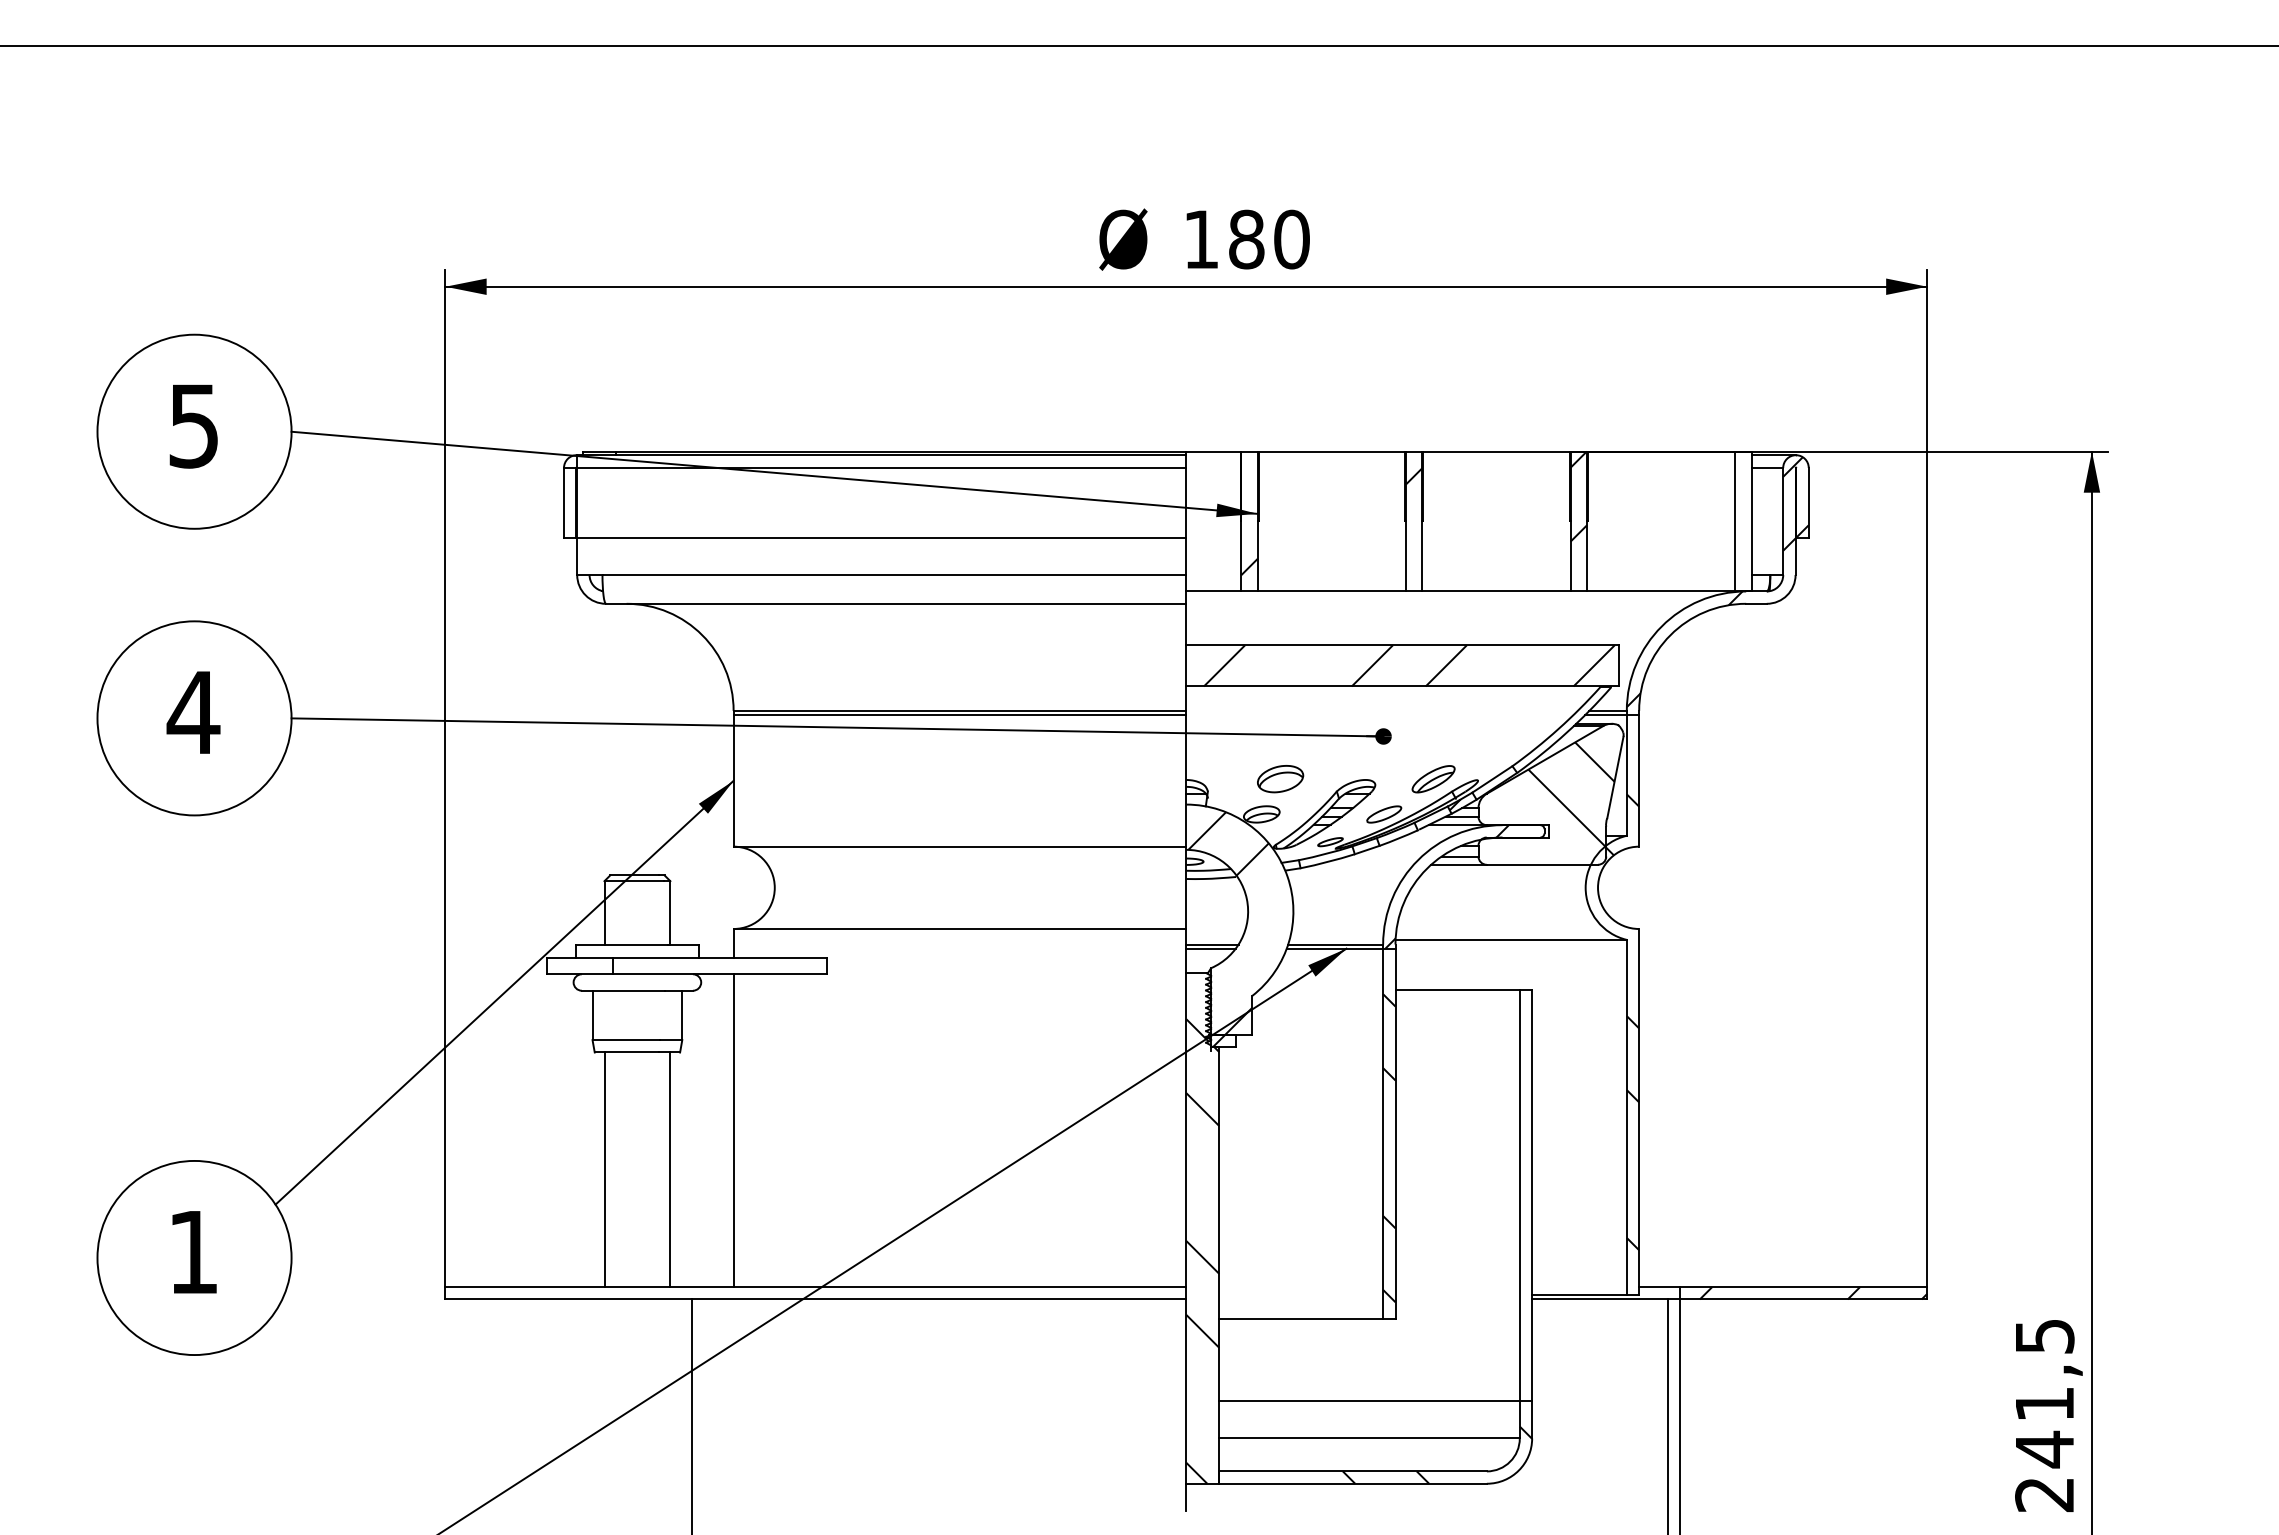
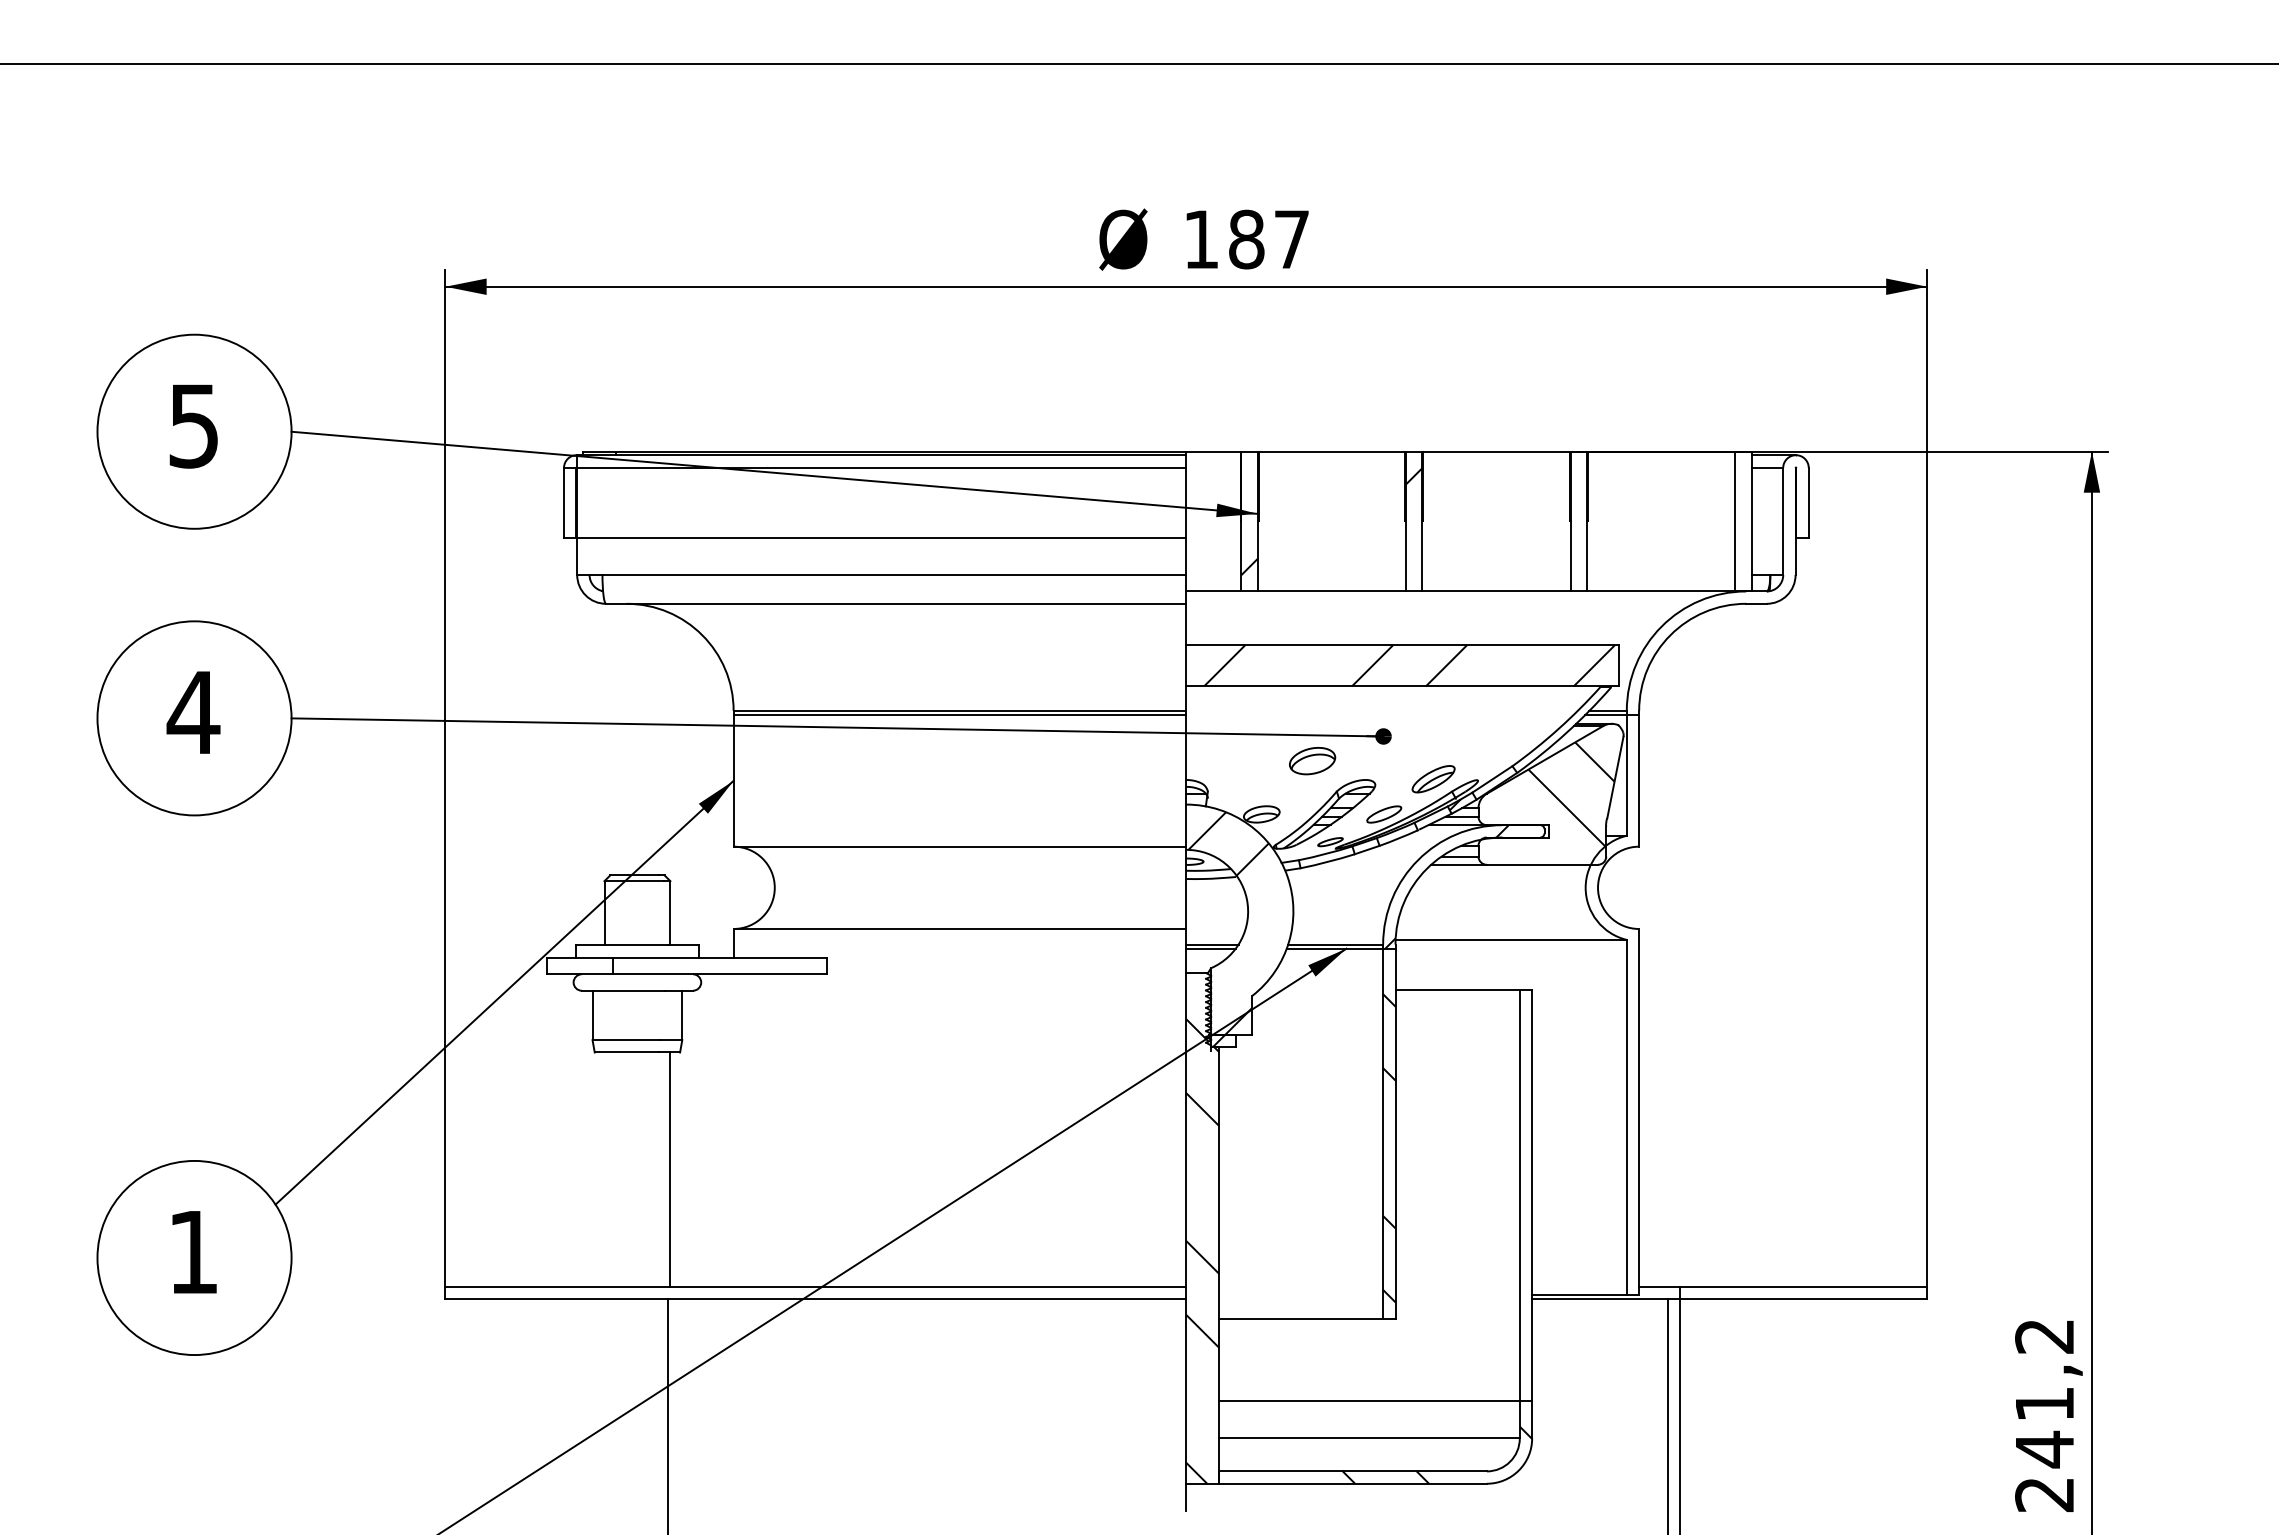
line at (1138, 46) position: (1138, 46) -> (1138, 64)
text at (1291, 239): 180 -> 187
hatch at (1578, 496): present -> none
hatch at (1717, 582): present -> none
part at (1280, 779) position: (1280, 779) -> (1312, 761)
hatch at (1622, 1022): present -> none
line at (733, 1130): present -> none
line at (604, 1169): present -> none
hatch at (1813, 1293): present -> none
text at (2044, 1336): 241,5 -> 241,2
line at (692, 1415) position: (692, 1415) -> (668, 1415)
